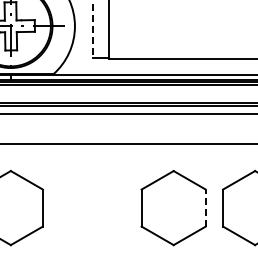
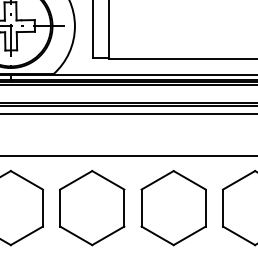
line at (92, 29): dashed -> solid
line at (128, 143) position: (128, 143) -> (128, 155)
part at (92, 207): none -> present
line at (205, 208): dashed -> solid
